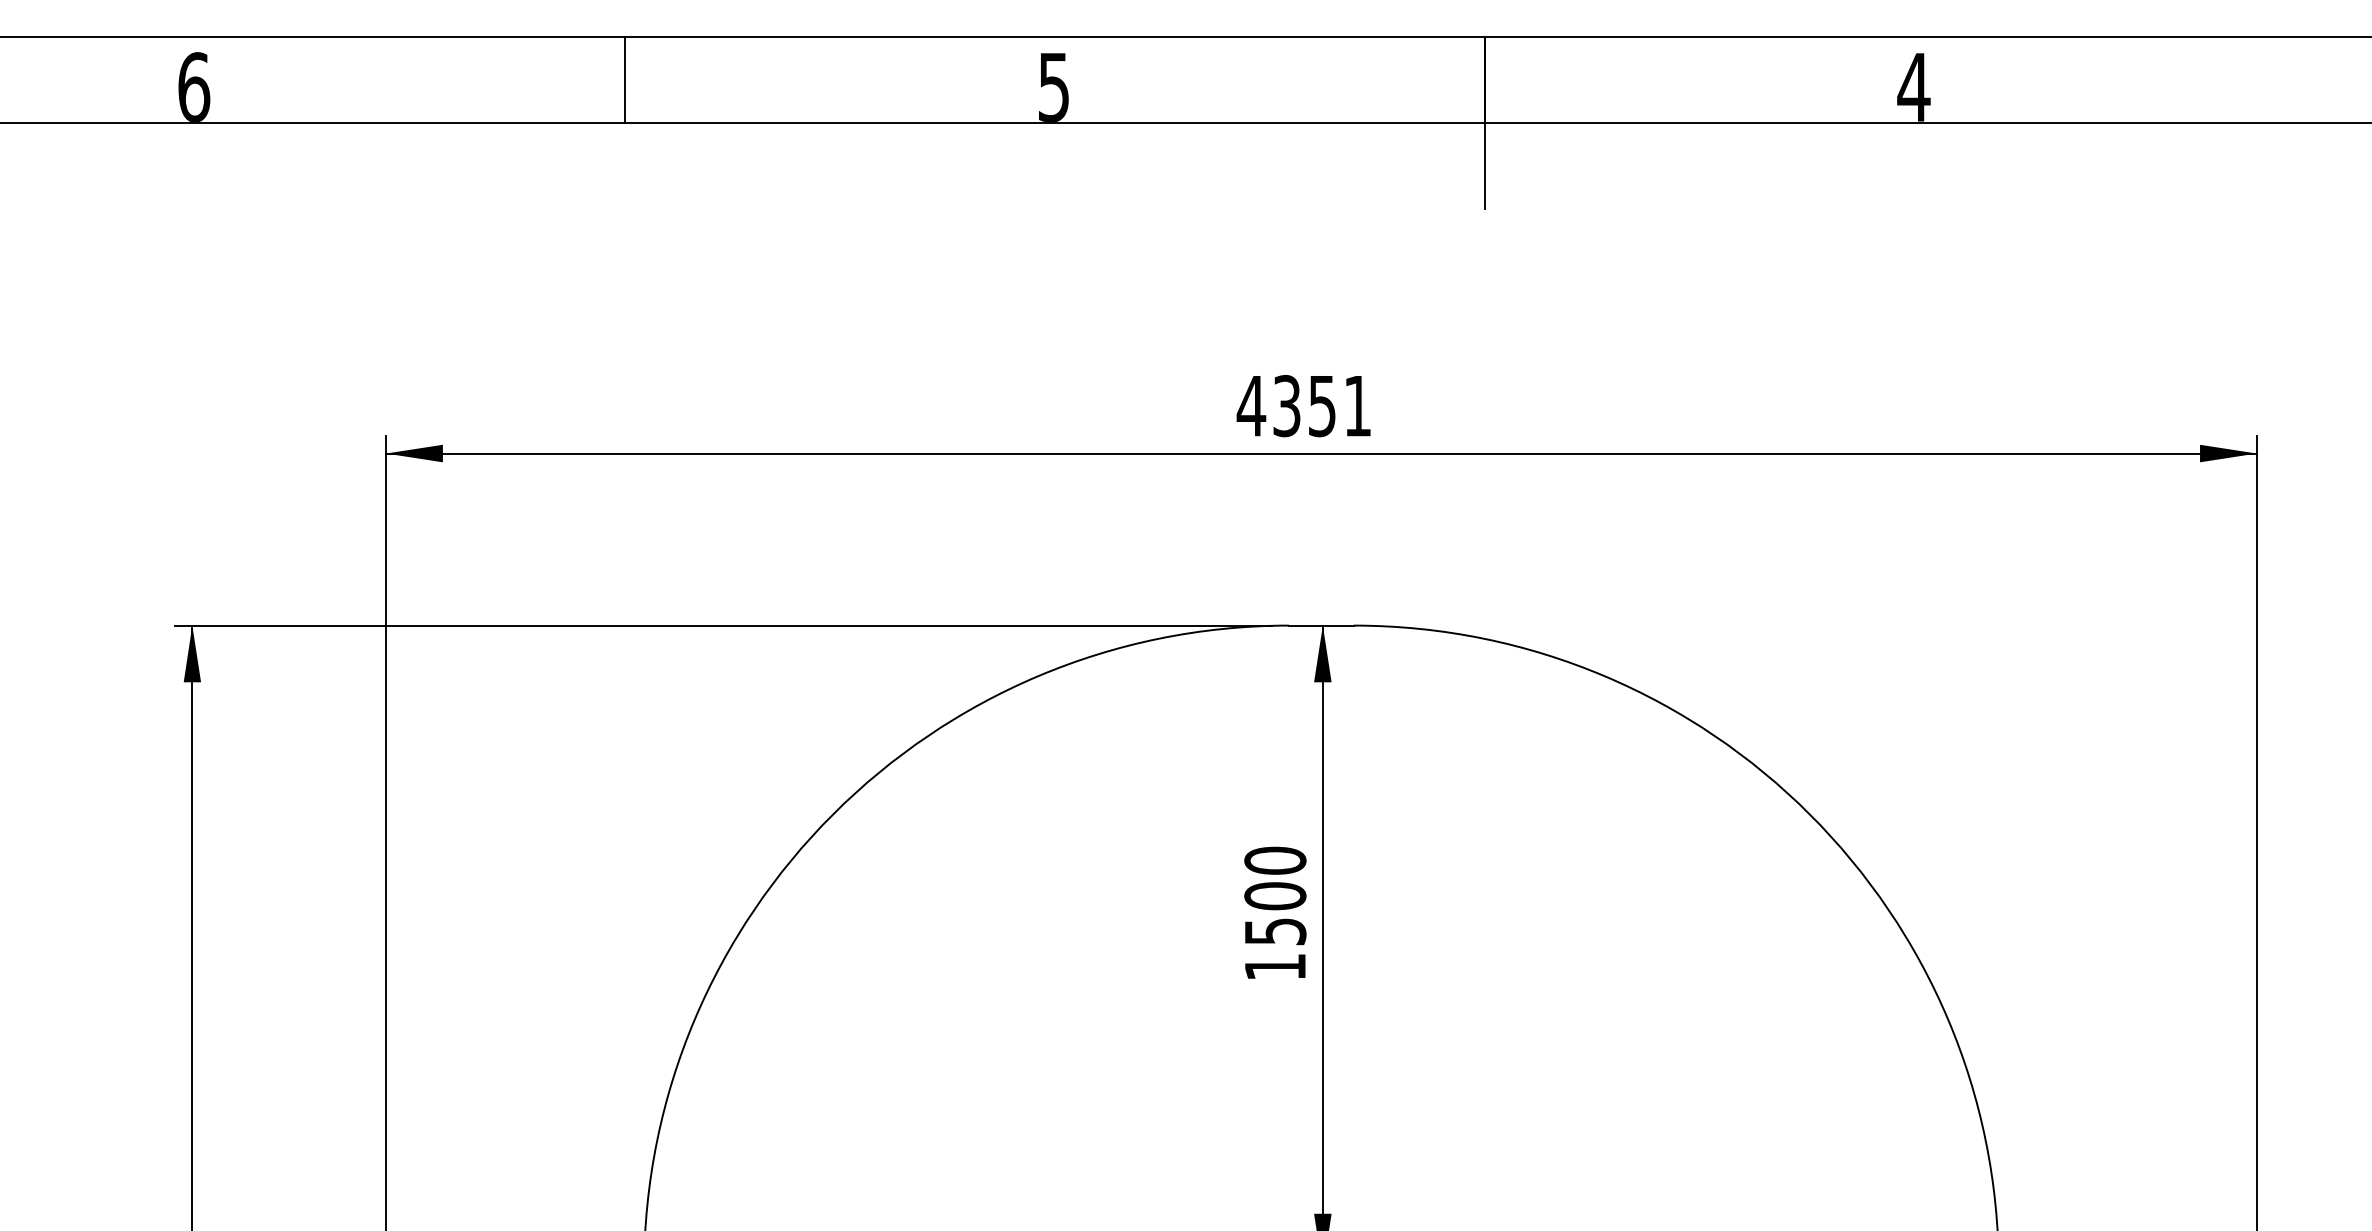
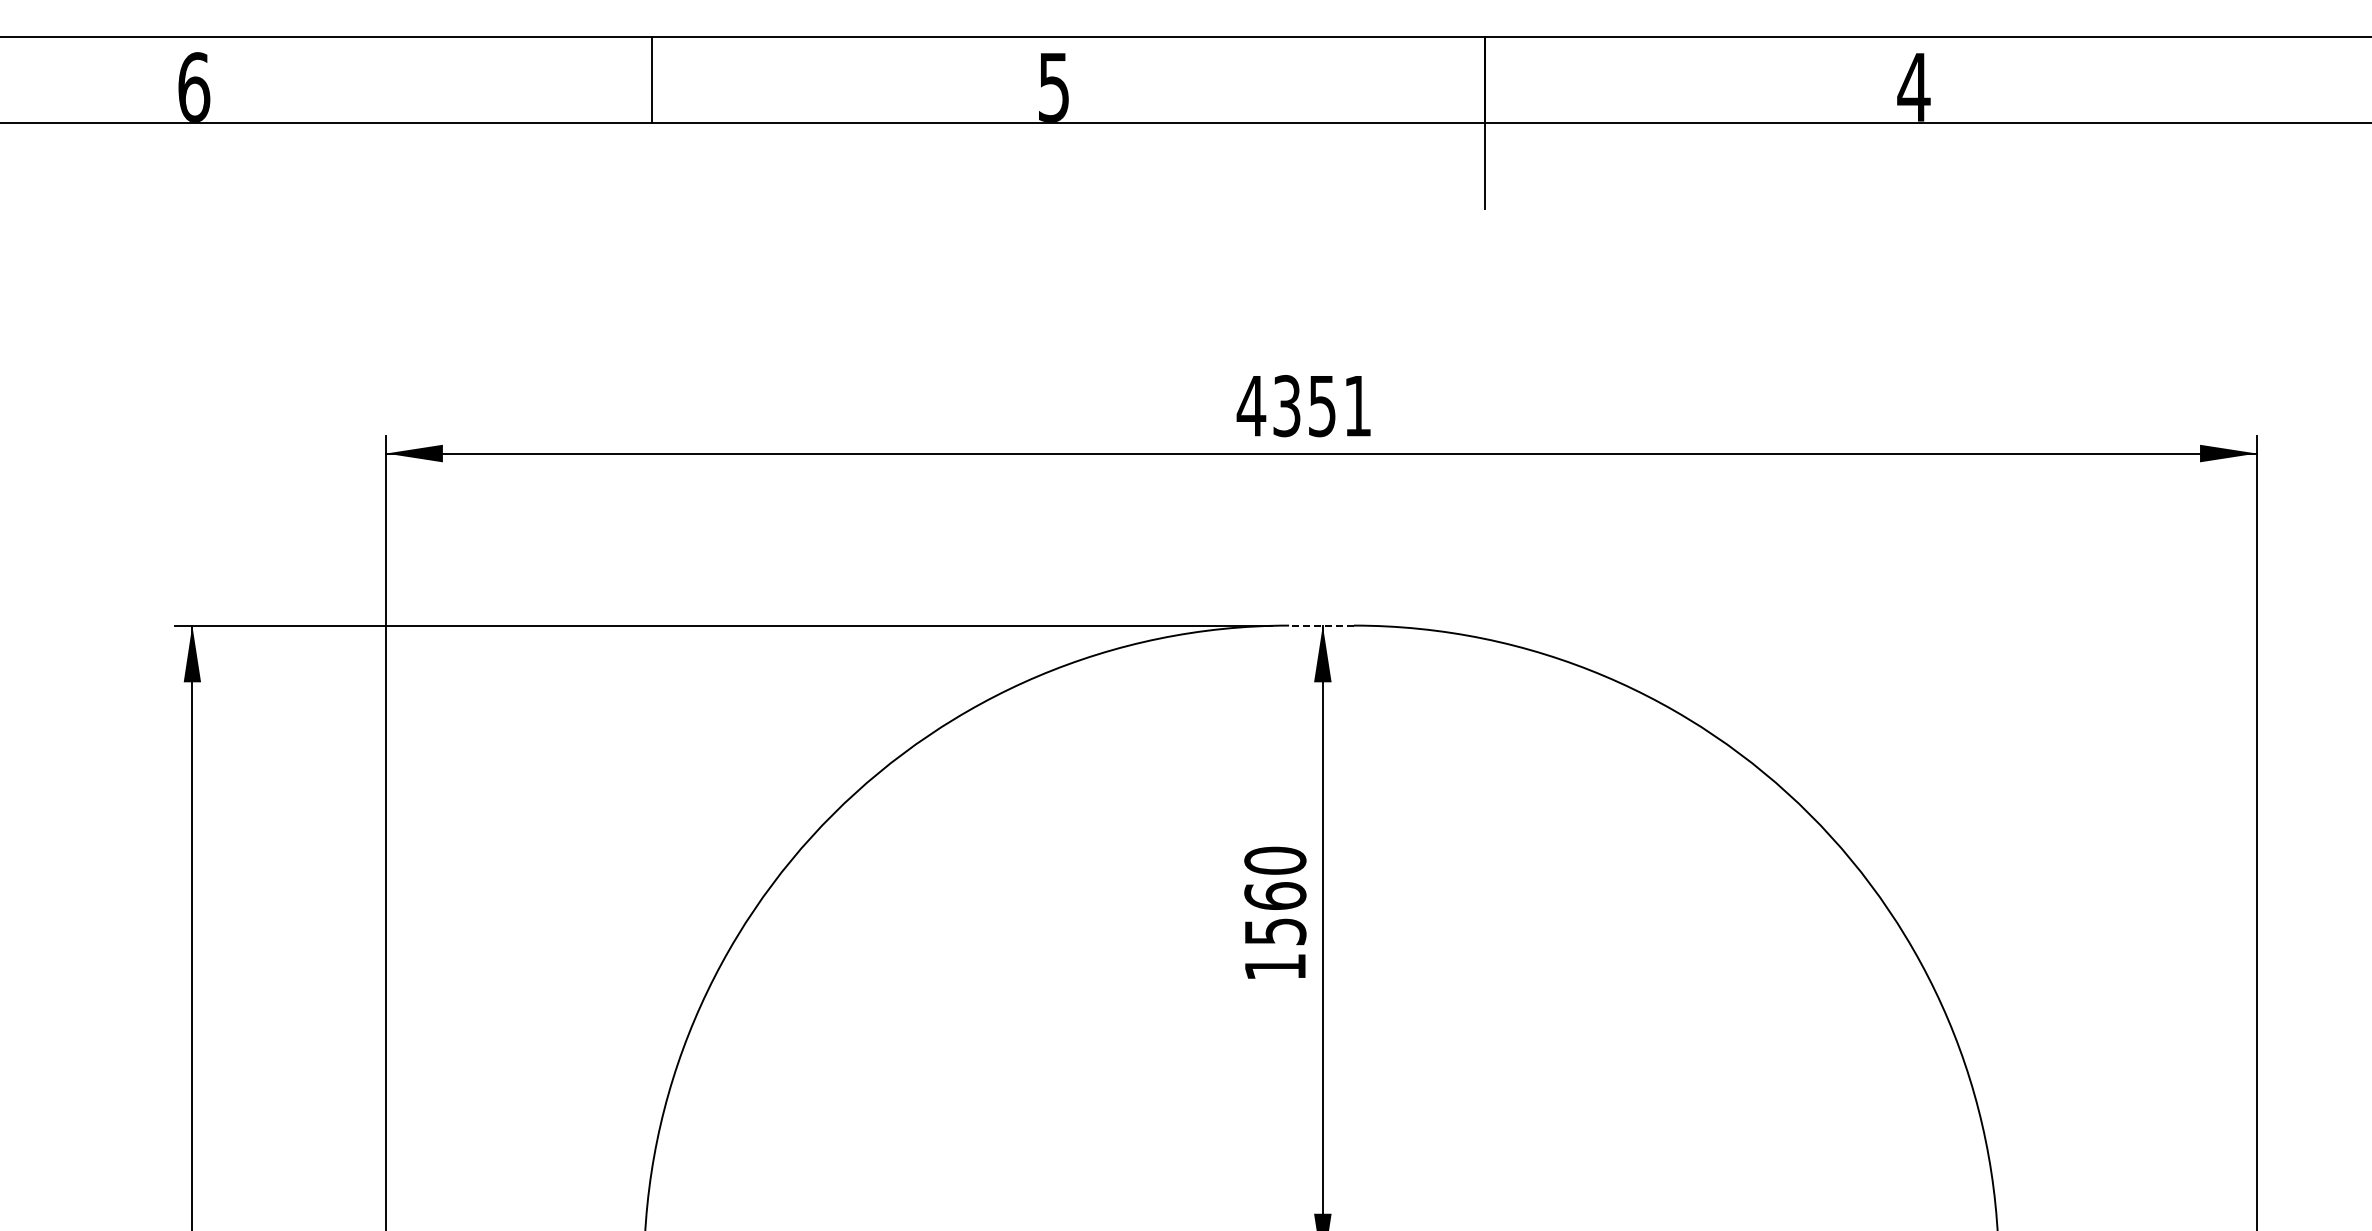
line at (624, 80) position: (624, 80) -> (651, 80)
line at (1320, 625): solid -> dashed
text at (1275, 896): 1500 -> 1560
